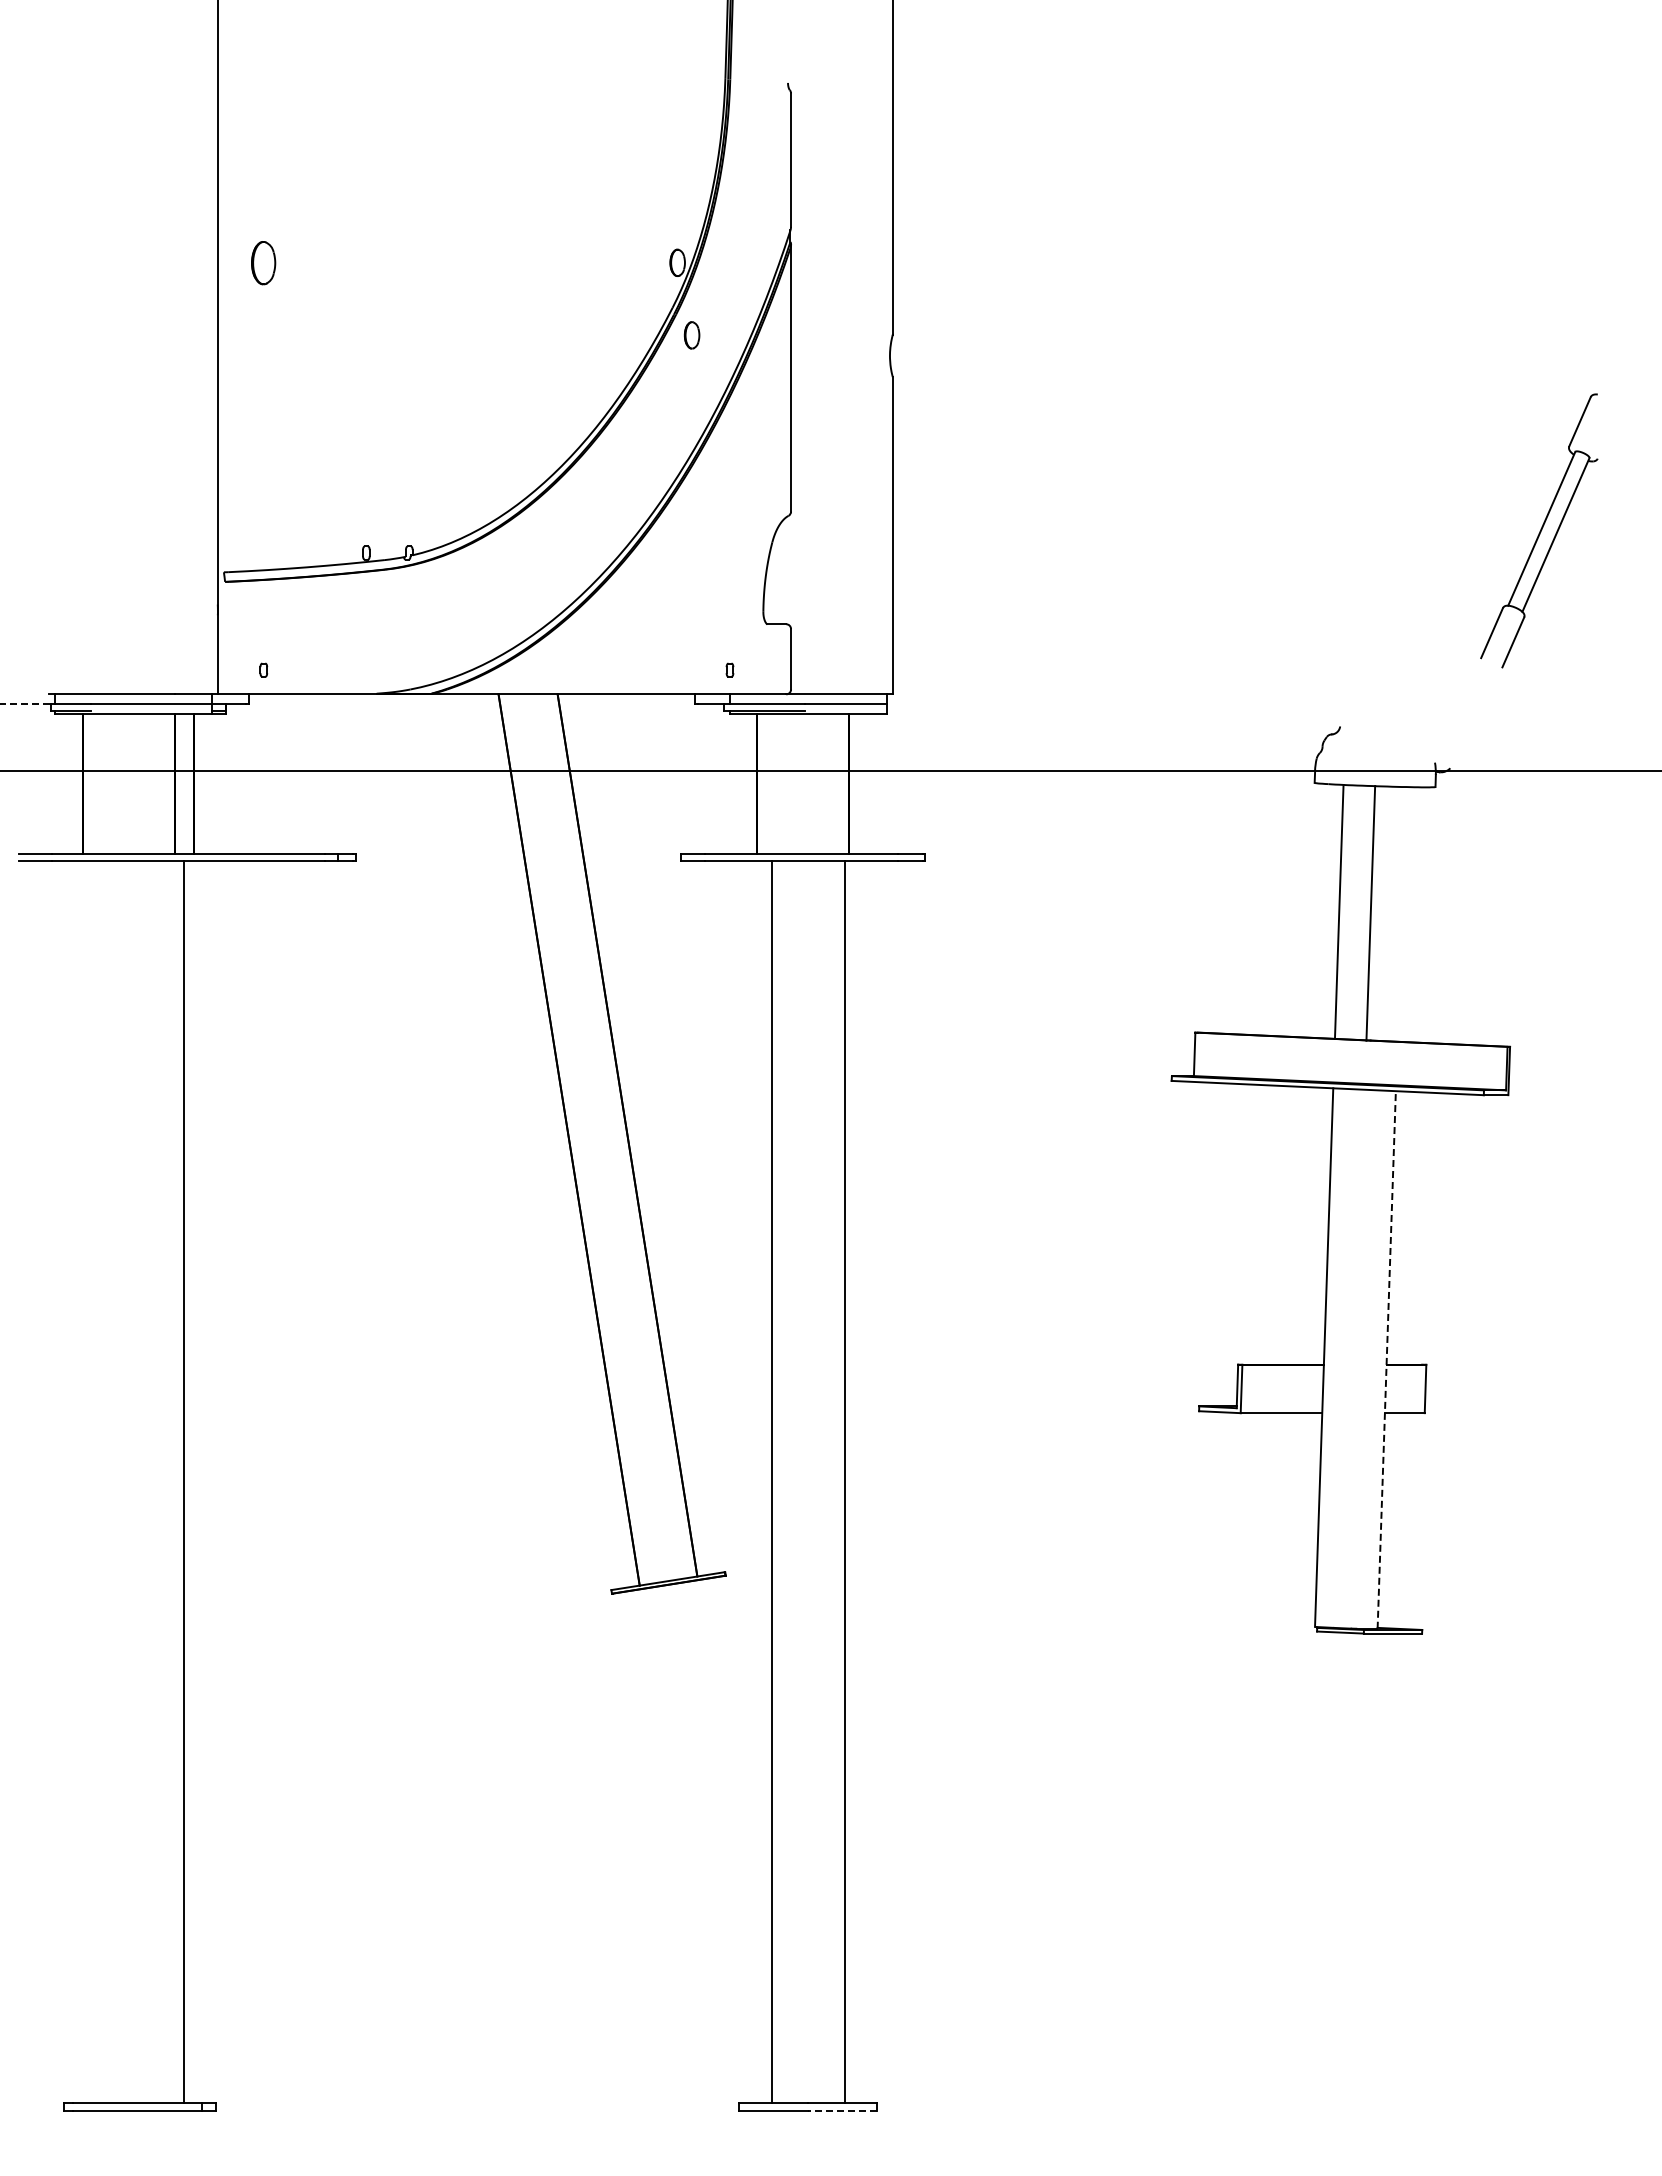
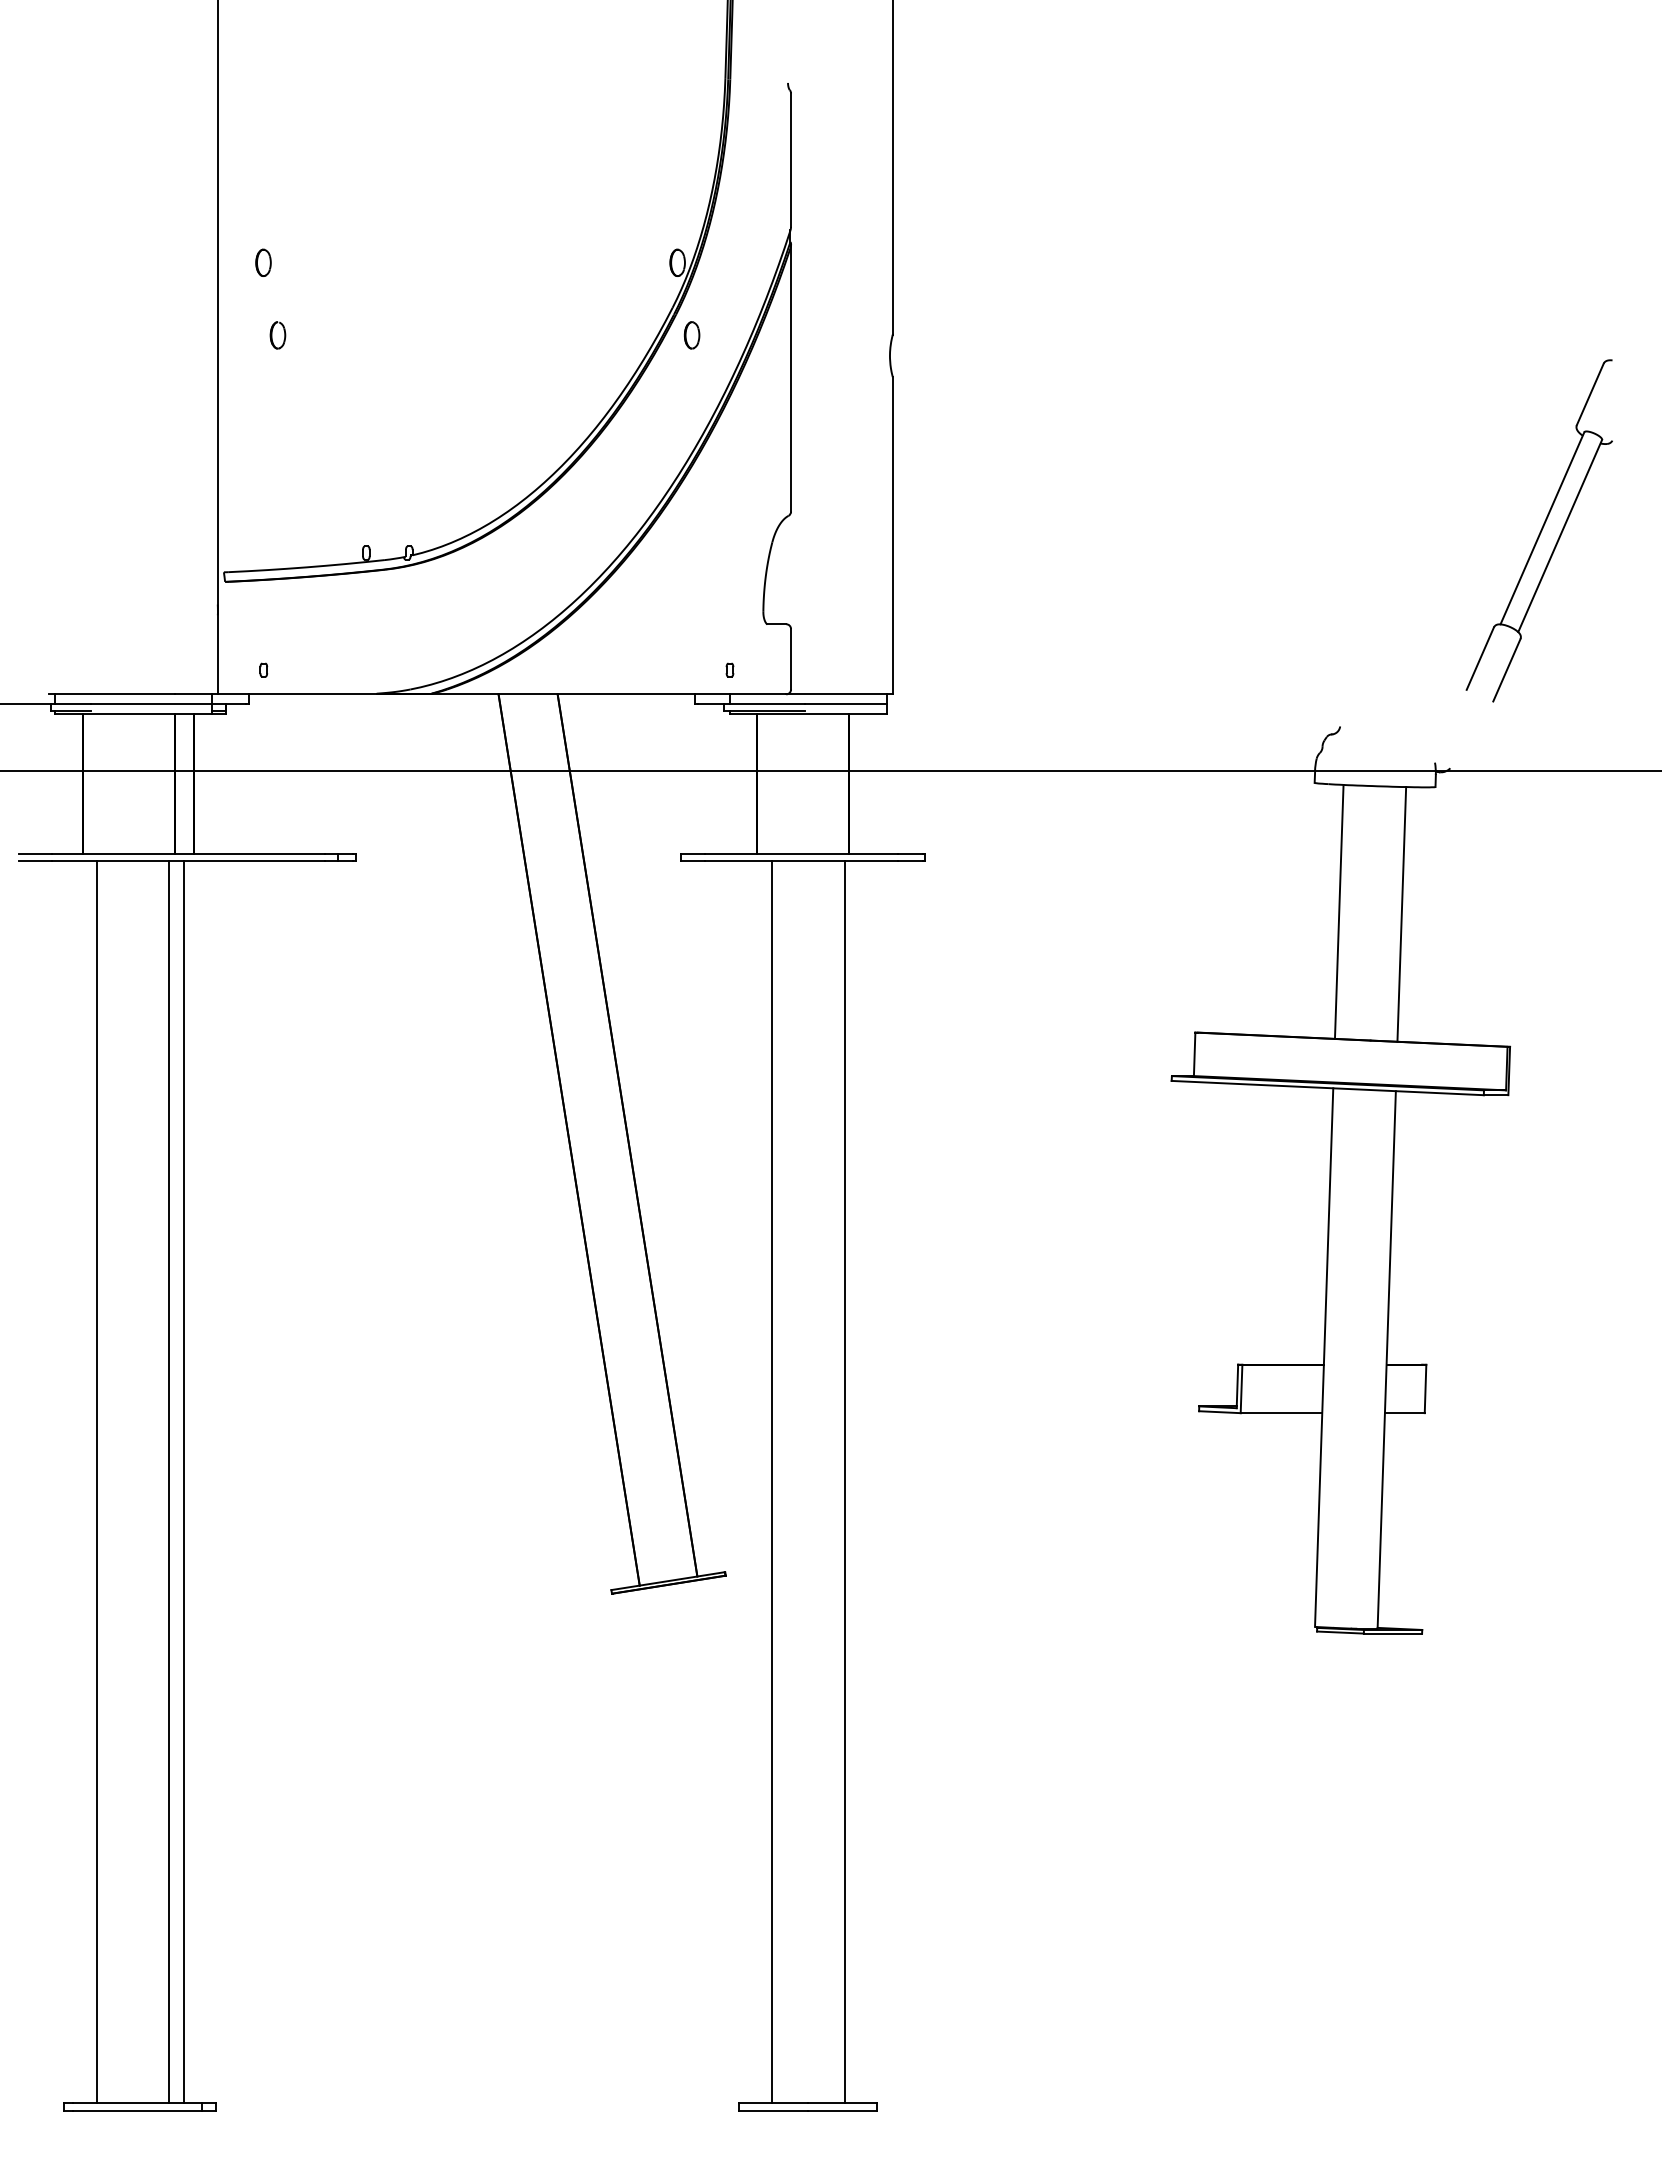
part at (263, 263) size: 26x45 px -> 17x29 px
part at (277, 335): none -> present
part at (1539, 530) size: 119x276 px -> 148x344 px
line at (25, 704): dashed -> solid
line at (1370, 913) position: (1370, 913) -> (1401, 914)
line at (1386, 1359): dashed -> solid
line at (96, 1482): none -> present
line at (169, 1482): none -> present
line at (842, 2110): dashed -> solid
